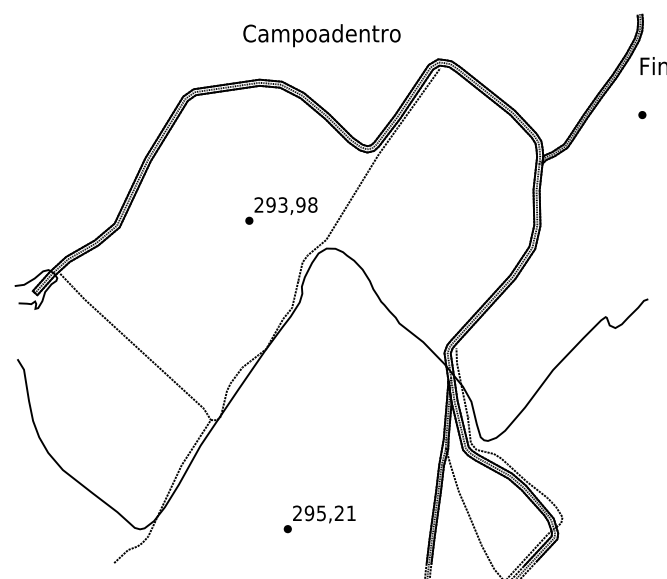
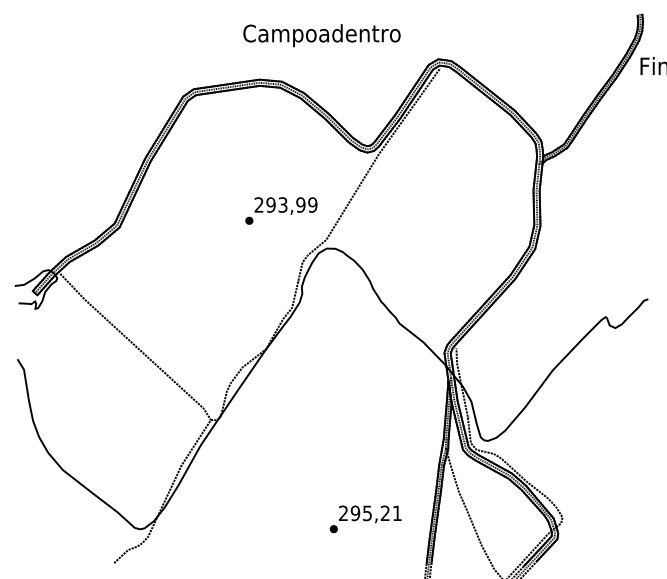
part at (642, 114): present -> none
text at (312, 204): 293,98 -> 293,99
text at (319, 519) position: (319, 519) -> (365, 519)
